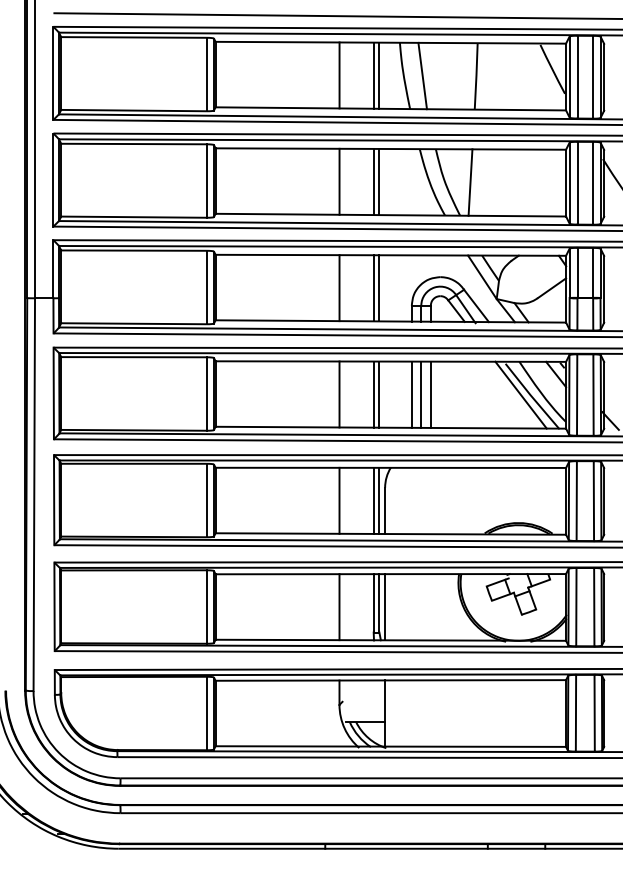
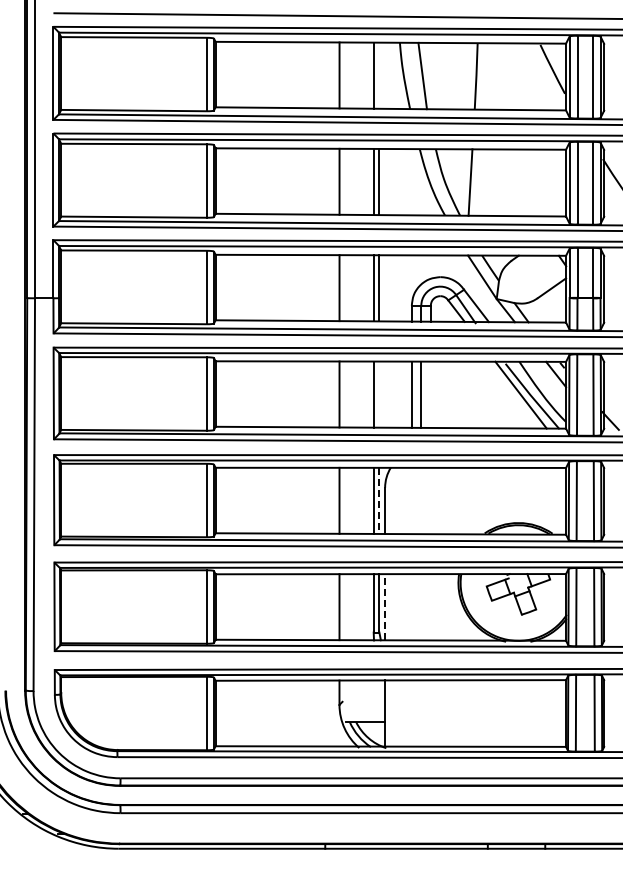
line at (379, 75): present -> none
line at (379, 394): present -> none
line at (430, 394): present -> none
line at (379, 501): solid -> dashed
line at (385, 606): solid -> dashed
